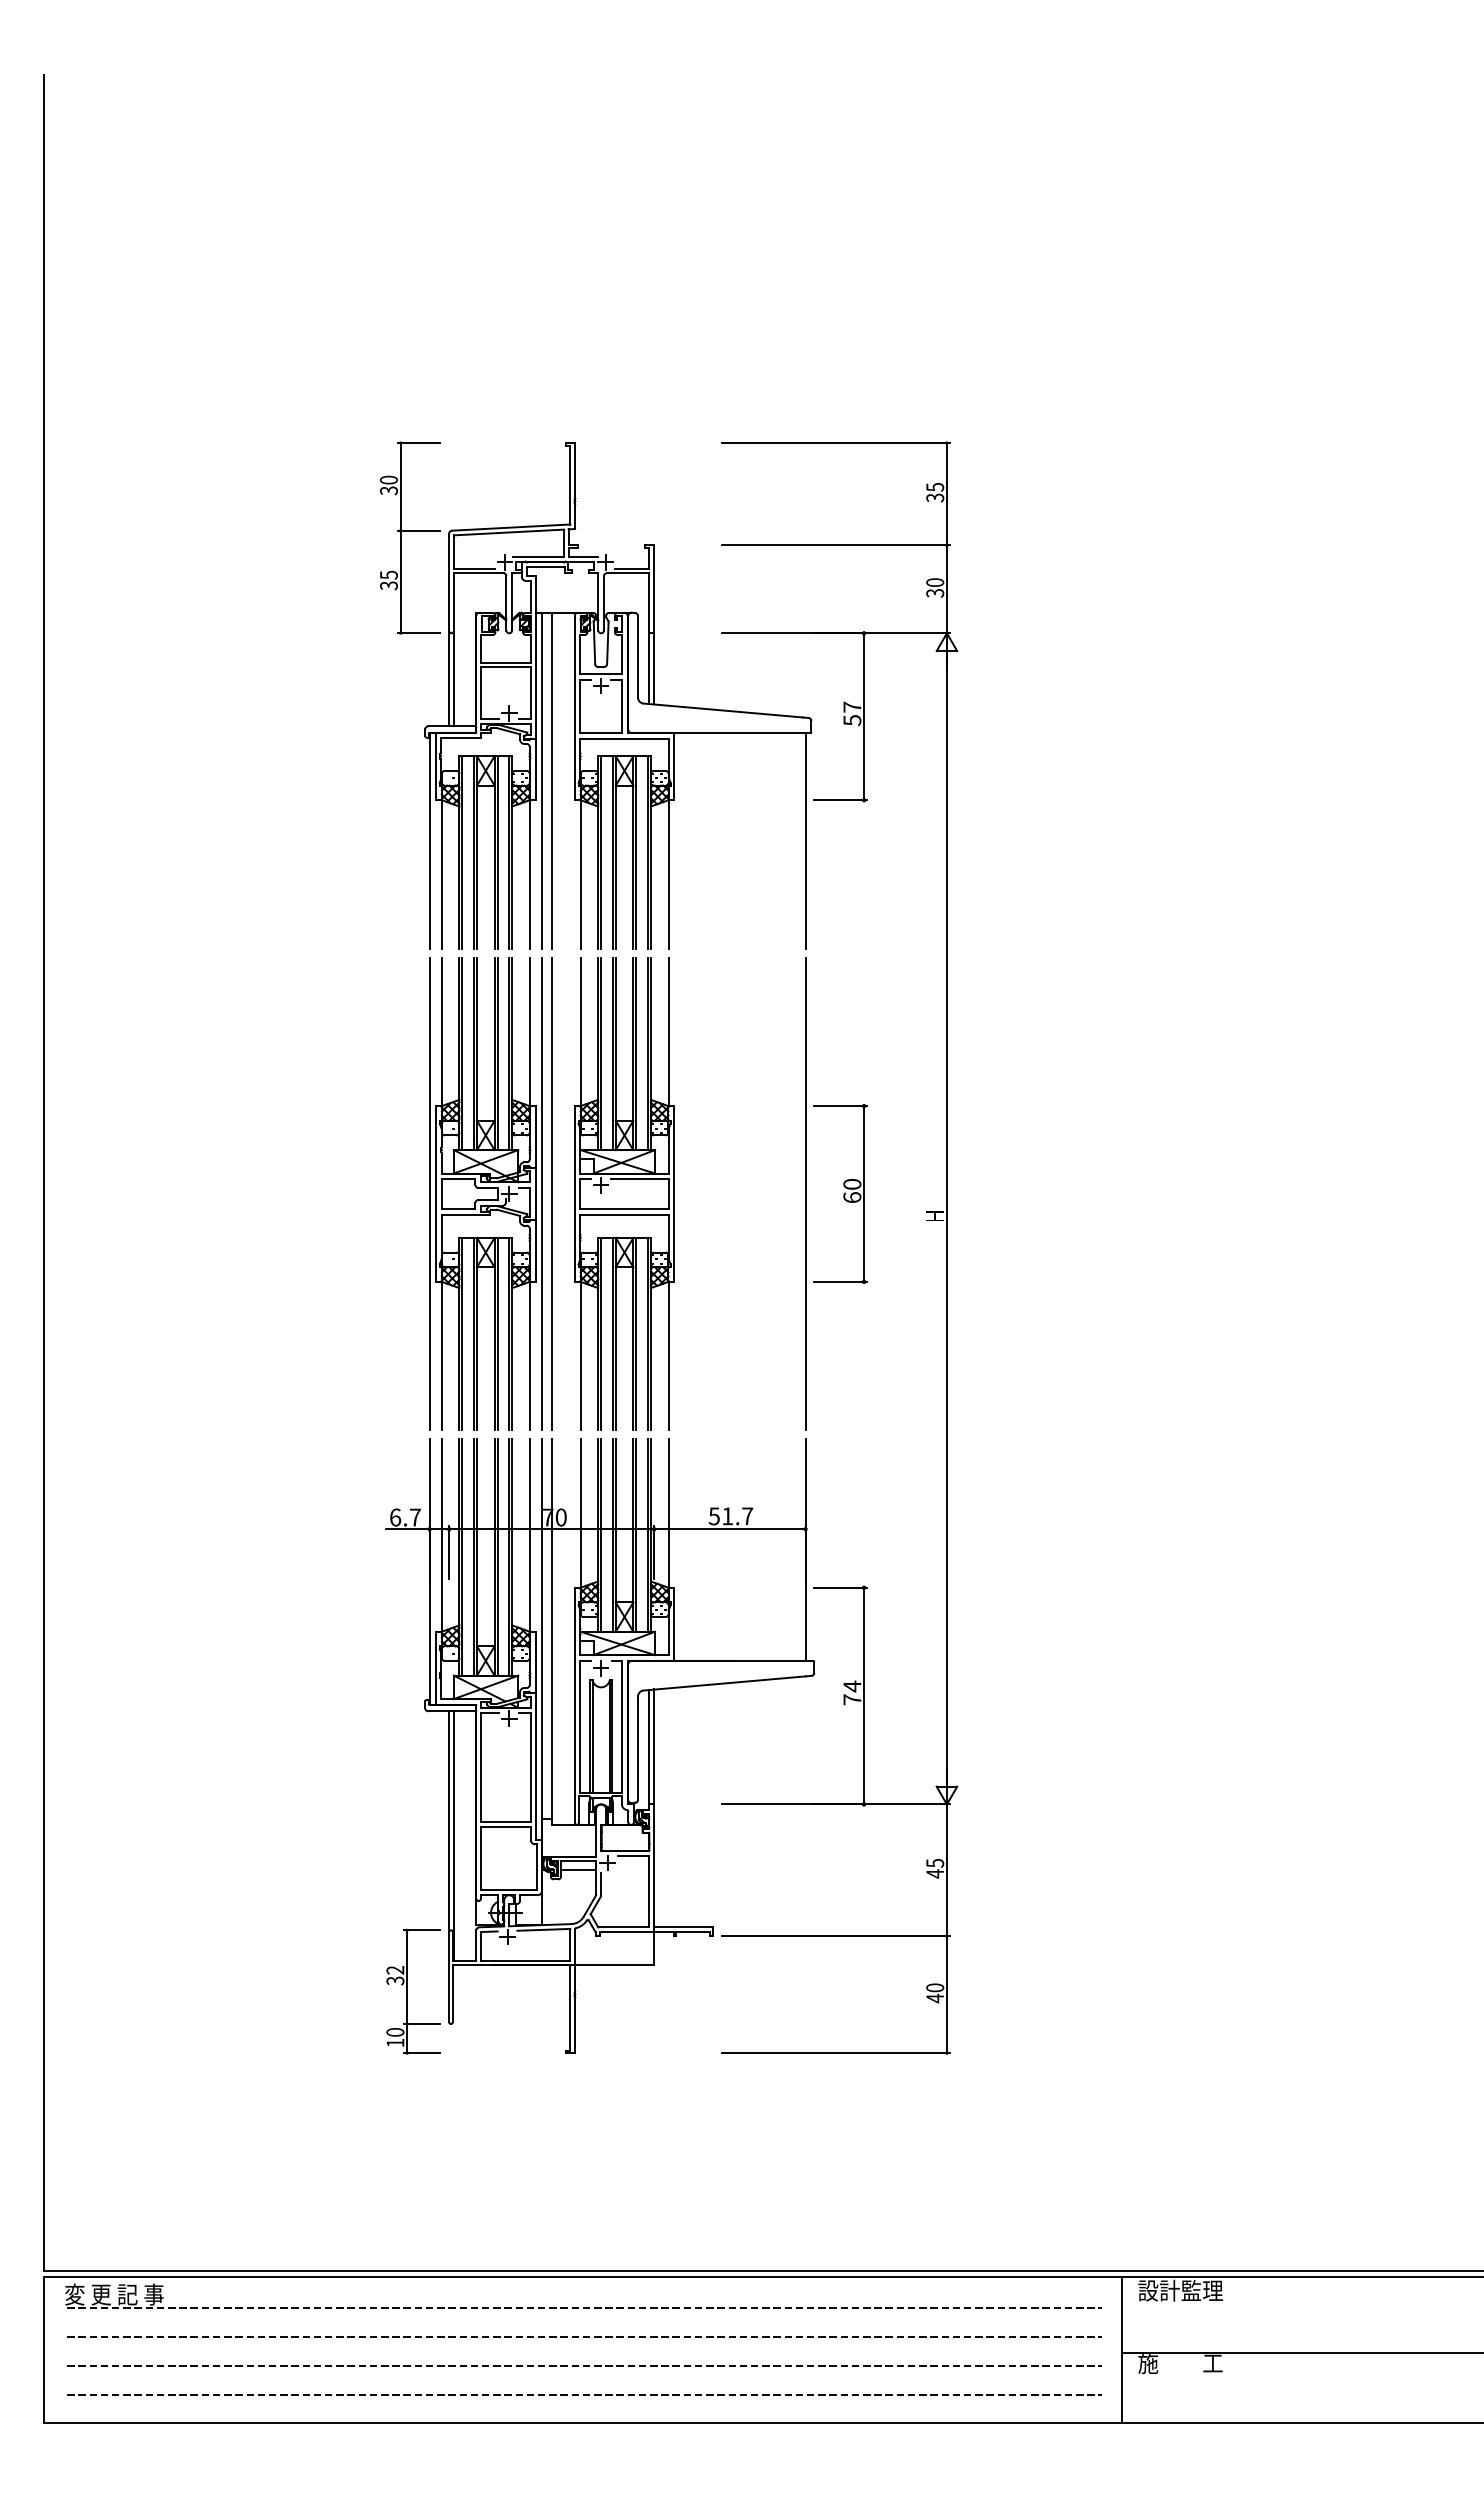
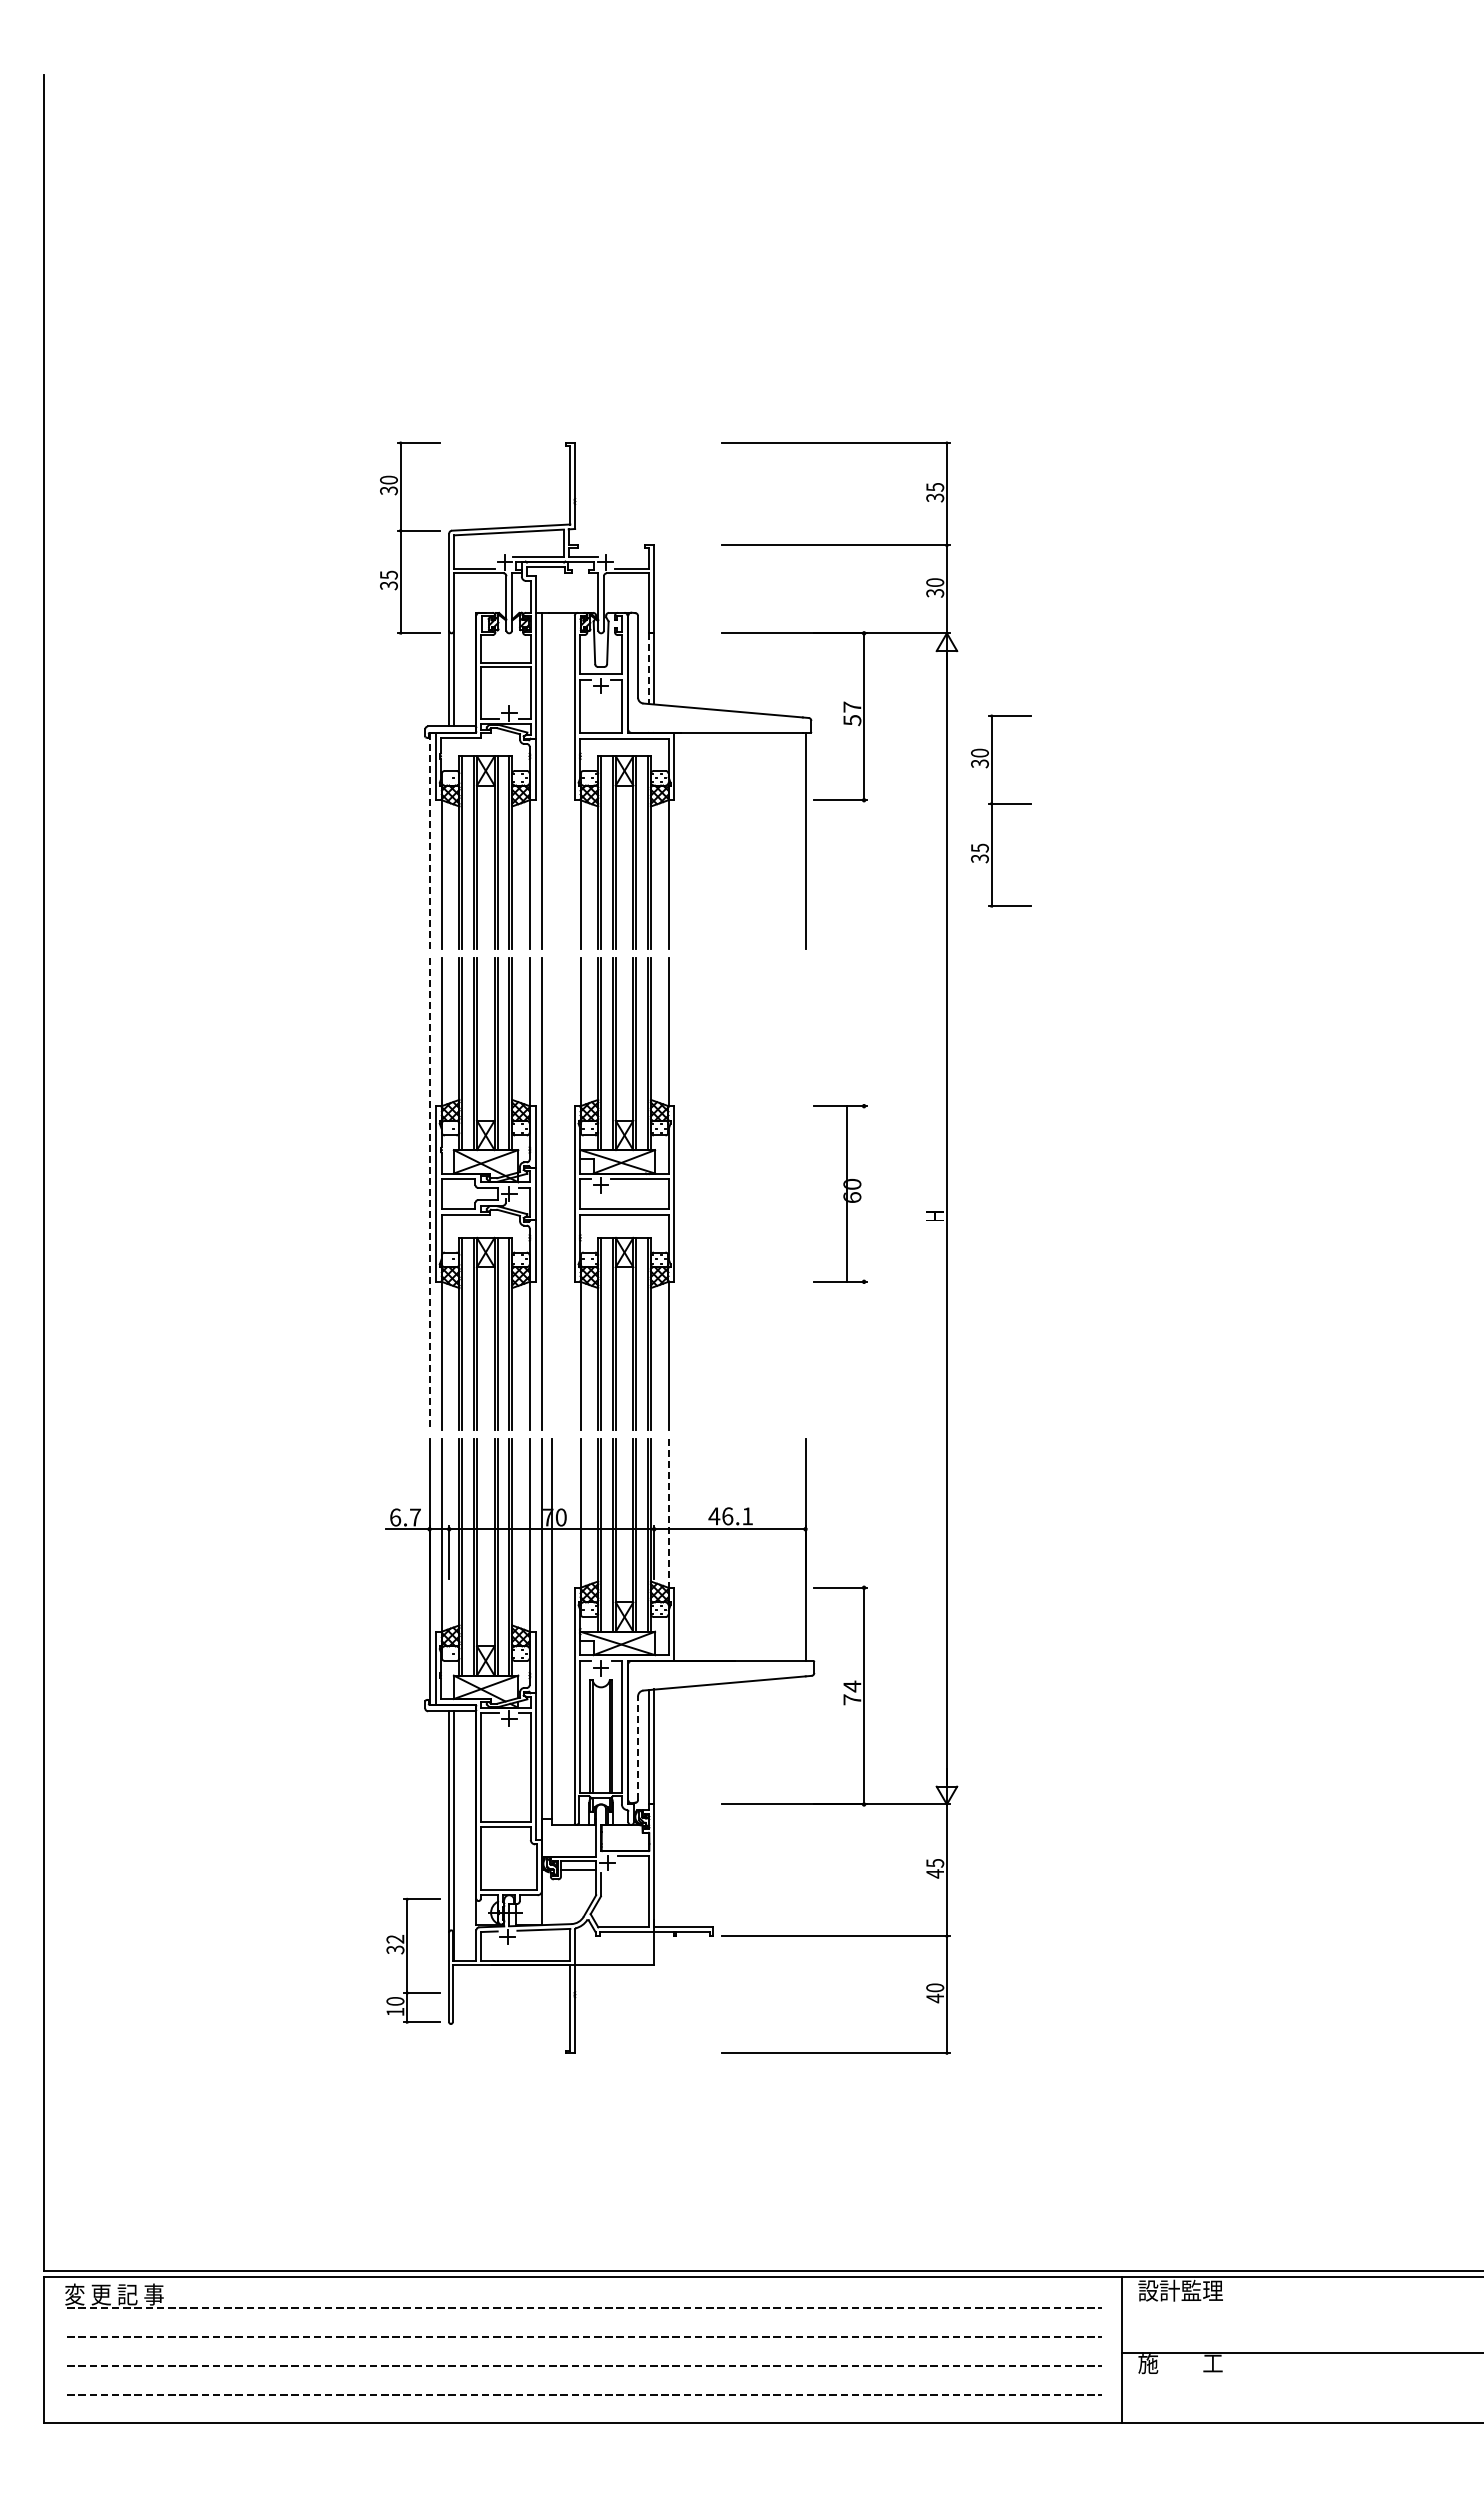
line at (649, 669): solid -> dashed
line at (552, 780): present -> none
part at (1001, 810): none -> present
line at (429, 840): solid -> dashed
line at (552, 1193): present -> none
line at (805, 1193): present -> none
line at (864, 1193) position: (864, 1193) -> (847, 1193)
line at (429, 1194): solid -> dashed
line at (668, 1514): solid -> dashed
text at (730, 1516): 51.7 -> 46.1
line at (638, 1748): solid -> dashed
part at (413, 1991) position: (413, 1991) -> (413, 1960)
